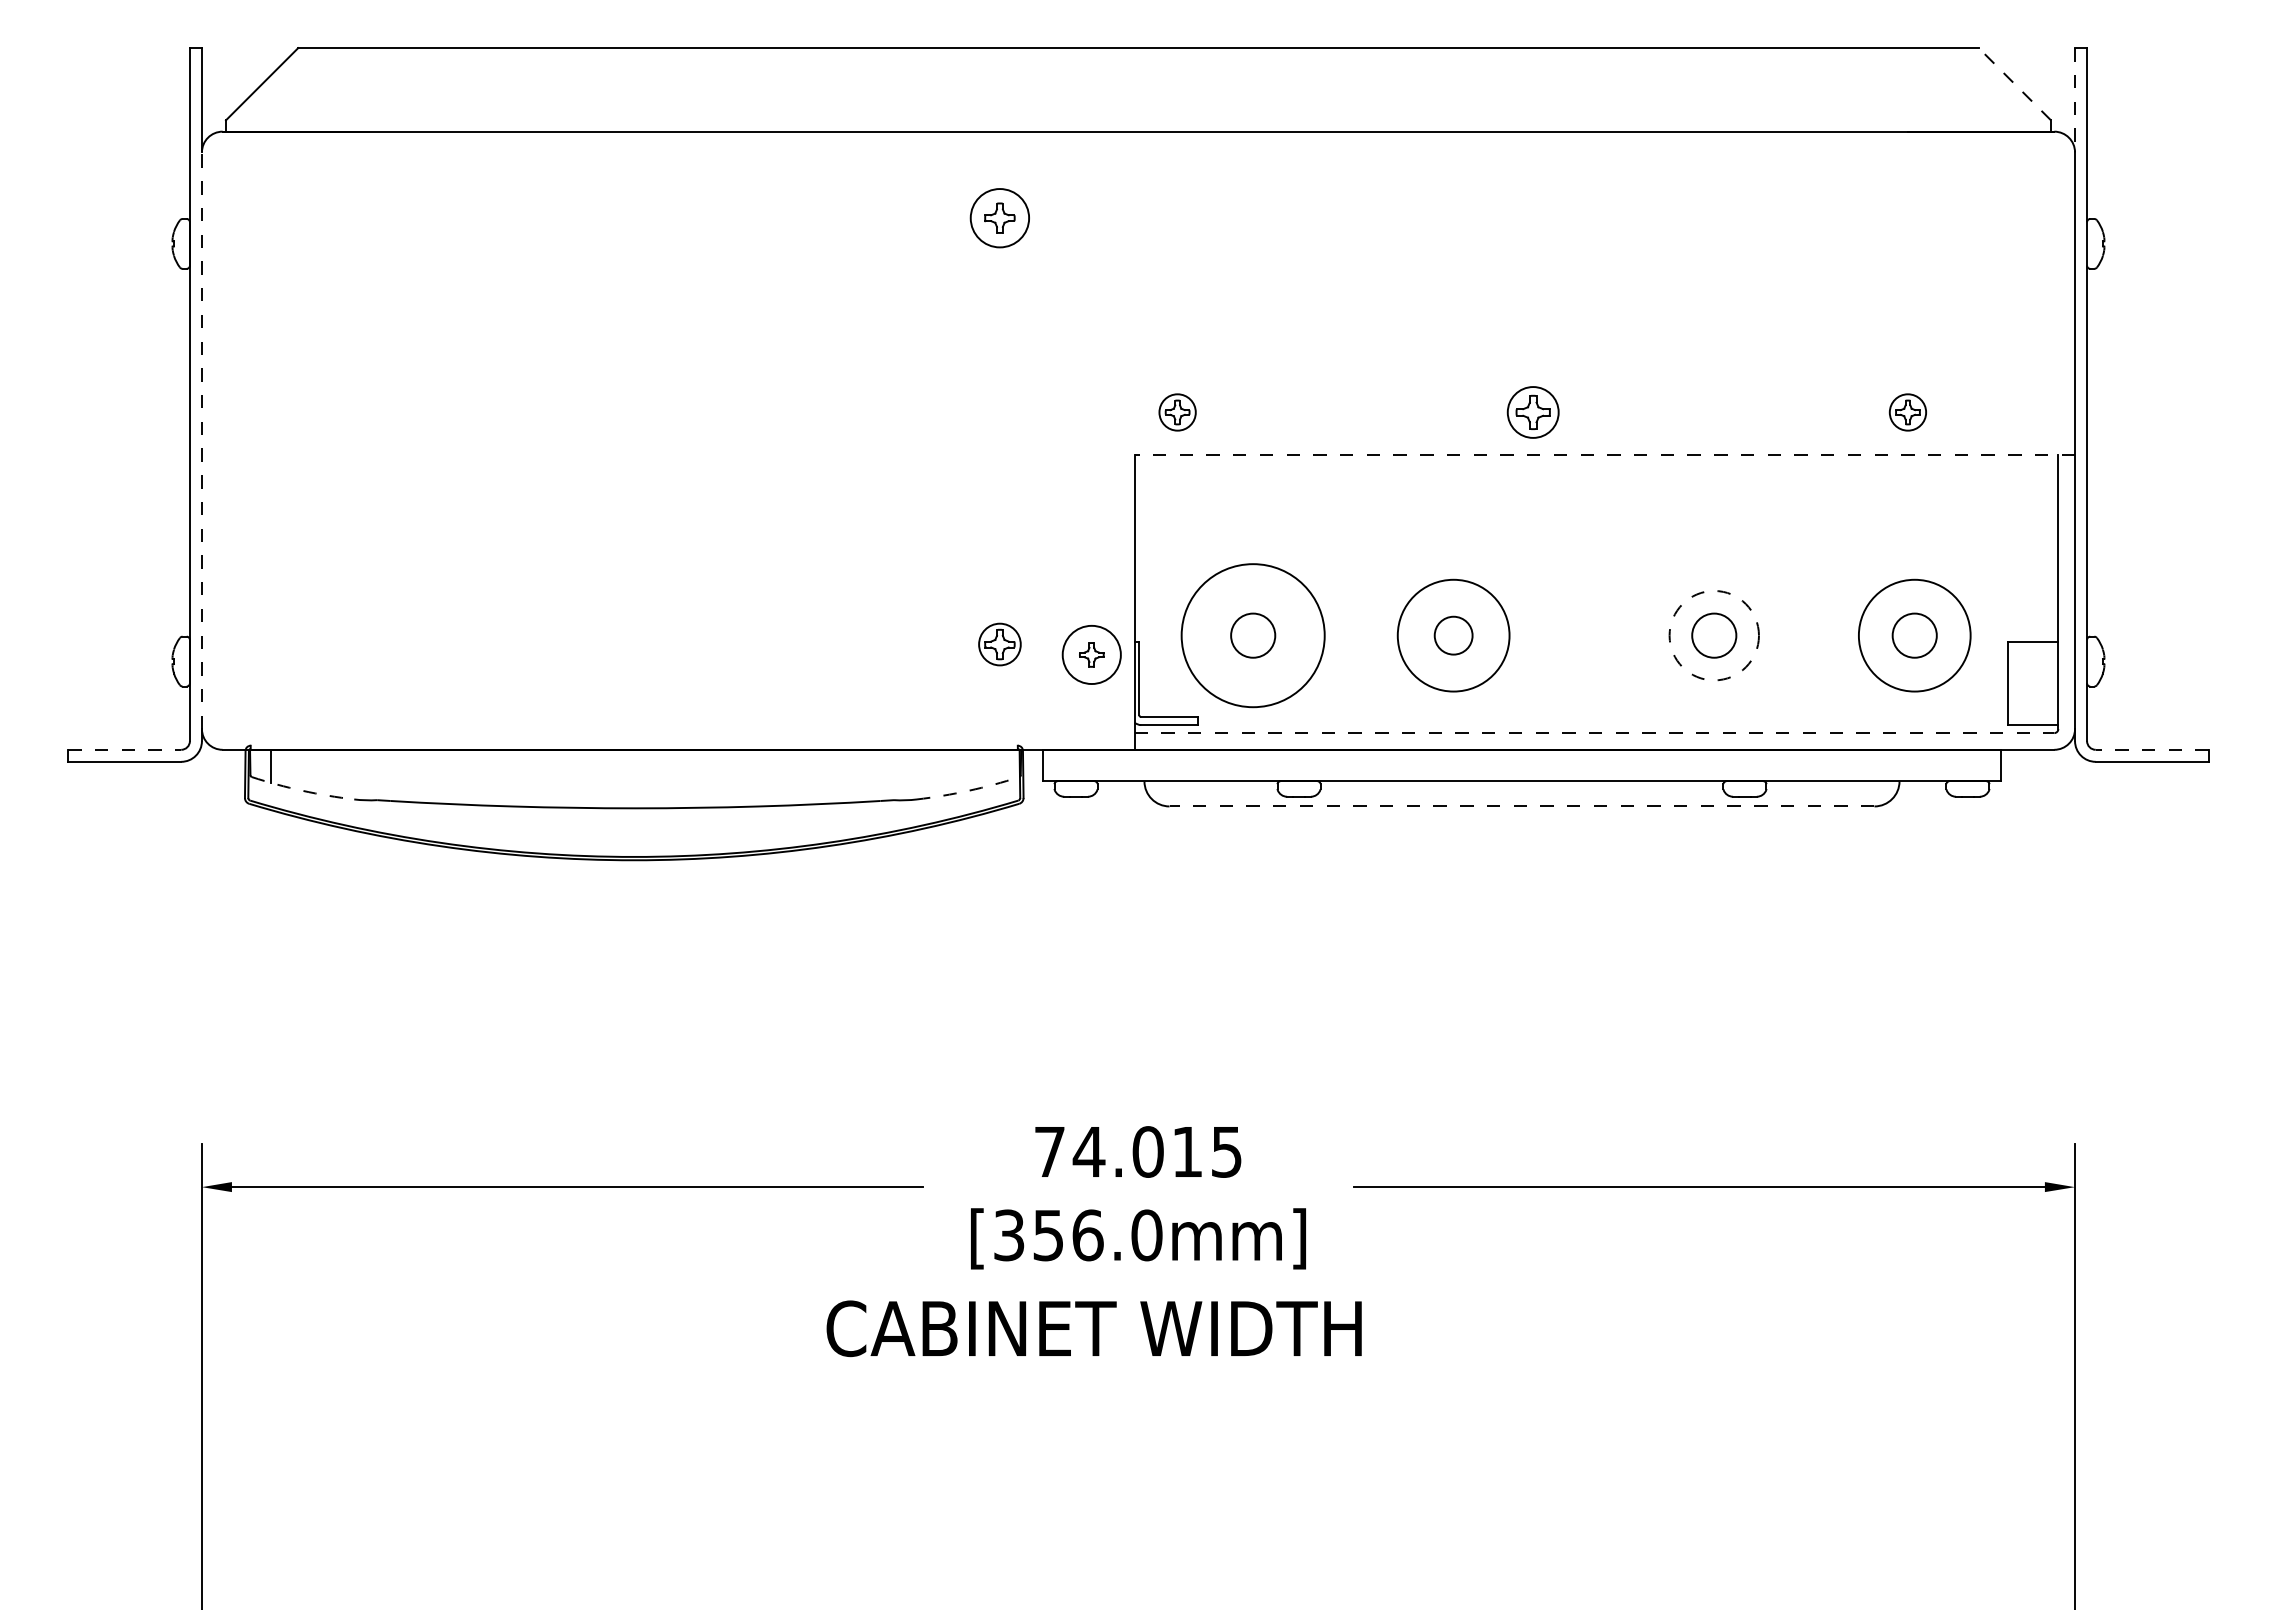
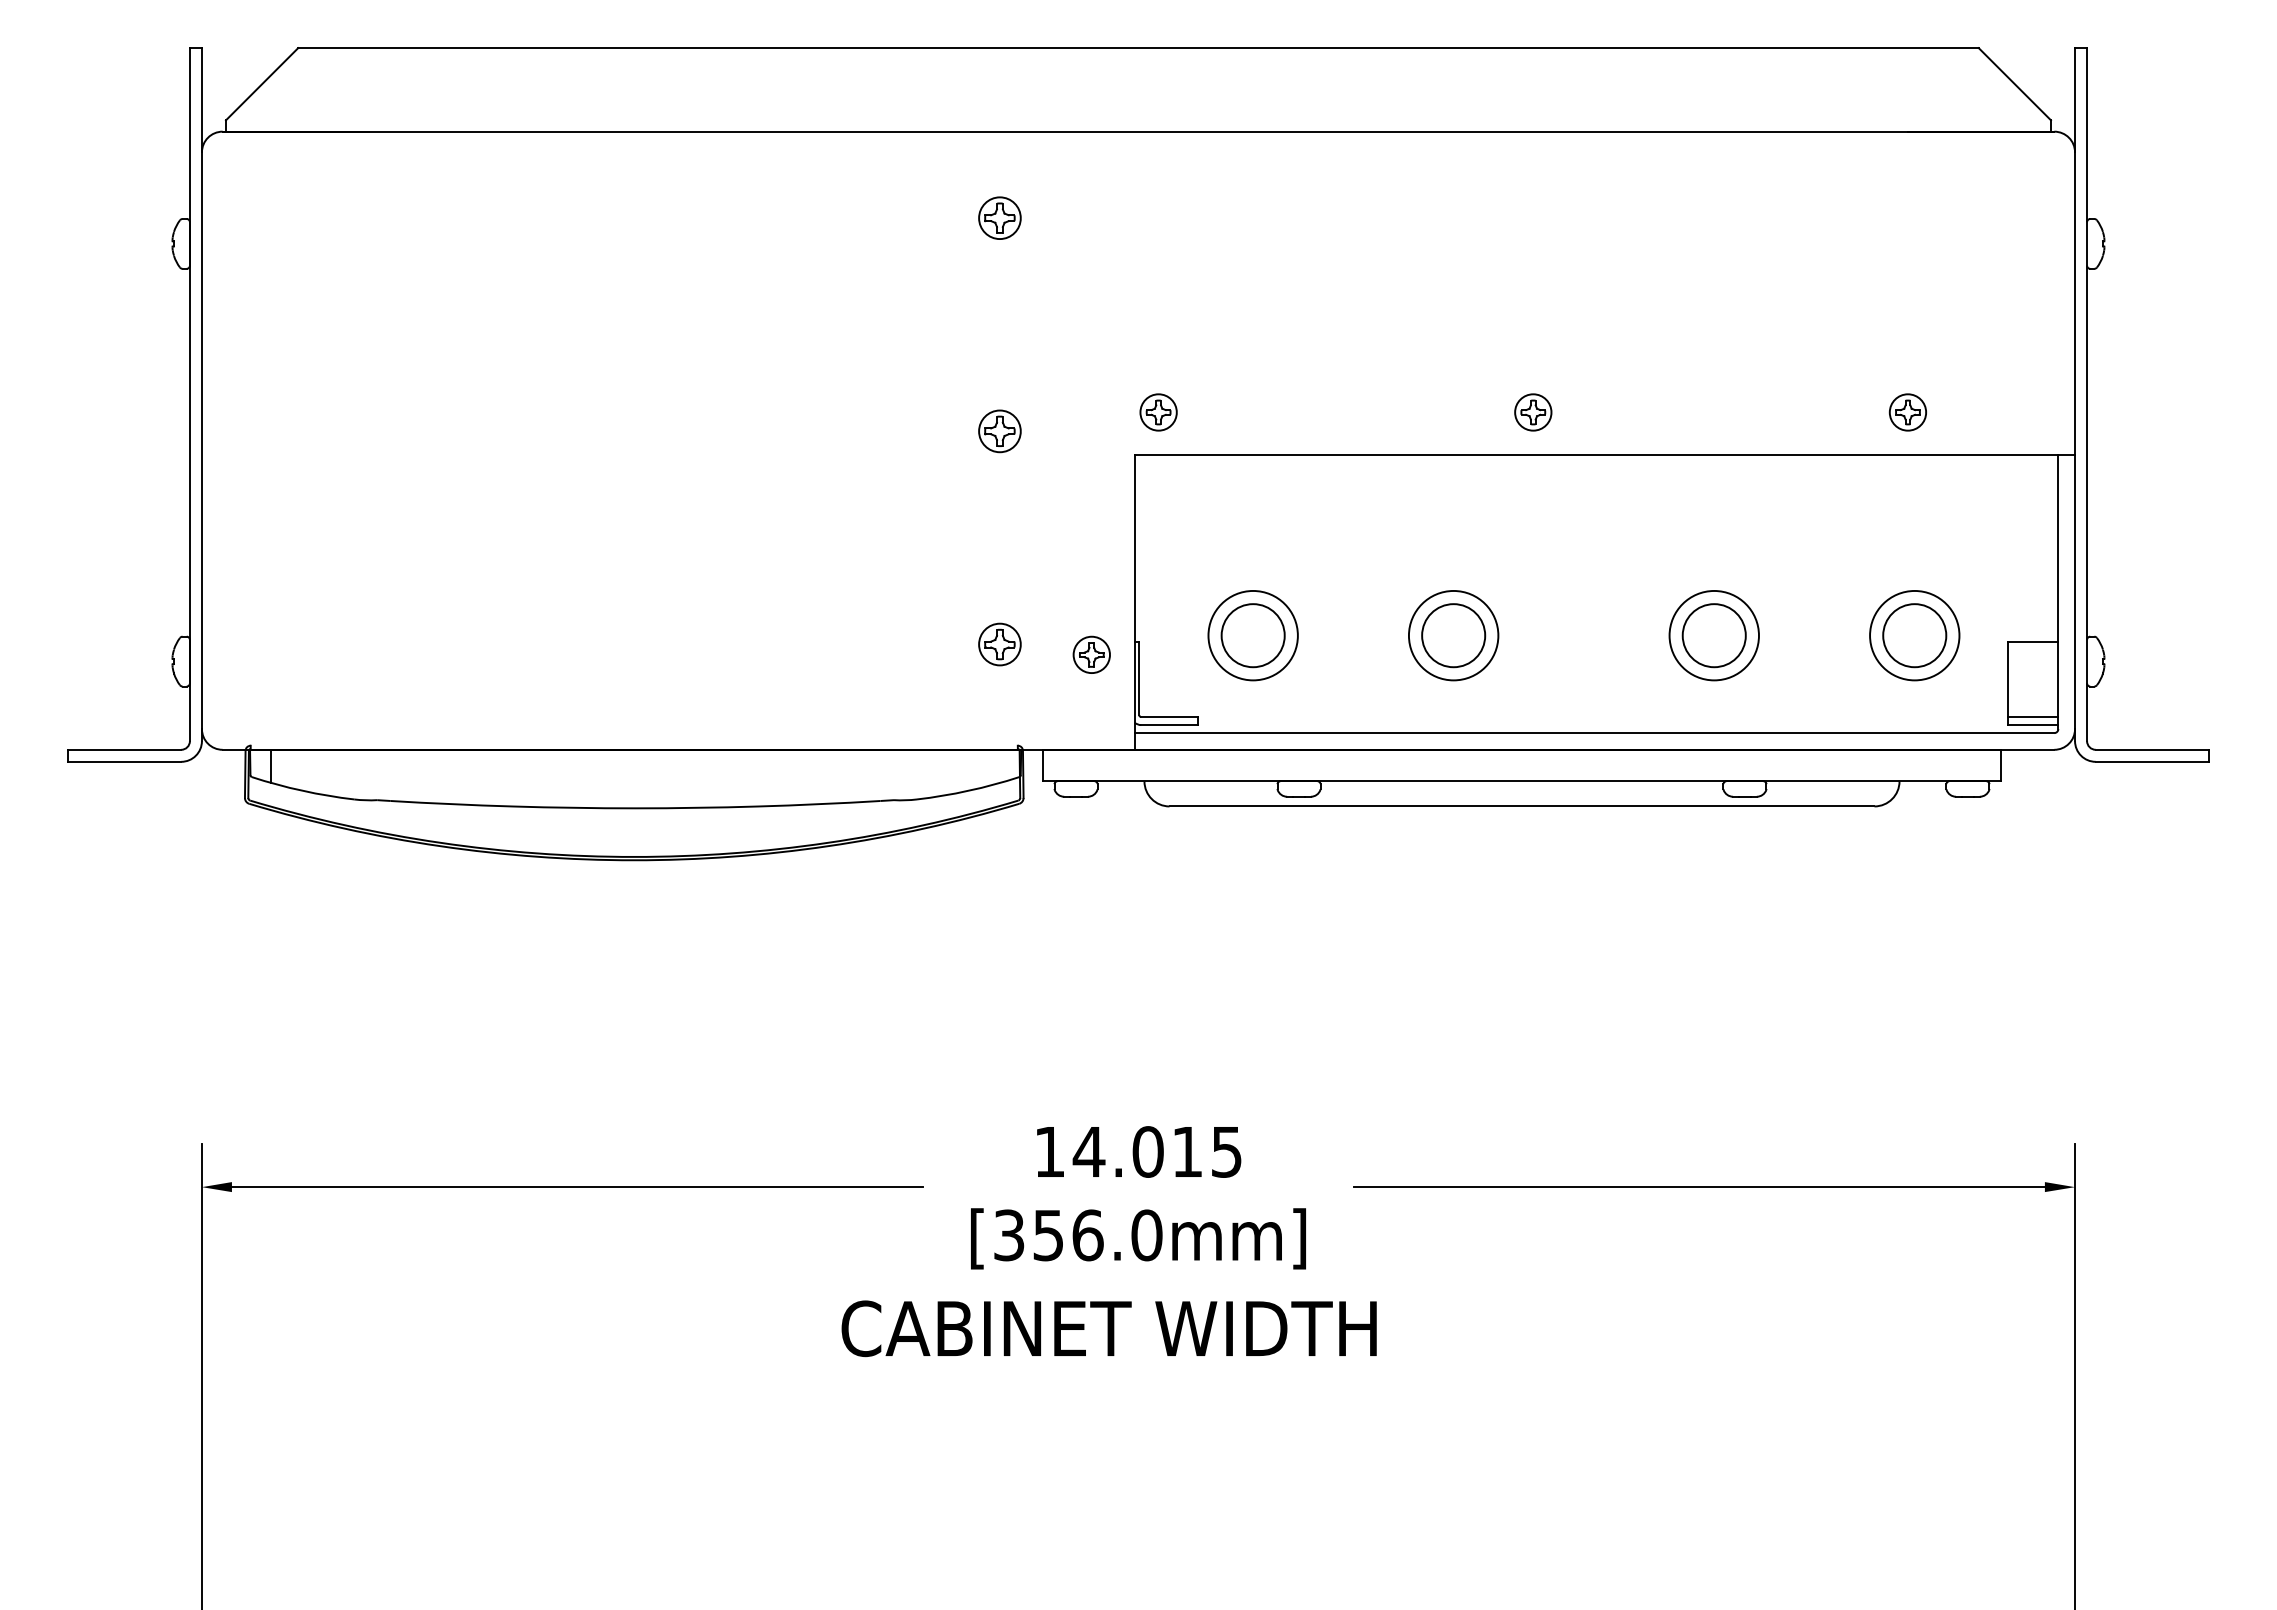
line at (2014, 83): dashed -> solid
line at (2075, 100): dashed -> solid
circle at (999, 218) diameter: 58 px -> 42 px
part at (1177, 412) position: (1177, 412) -> (1158, 412)
part at (1532, 412) size: 54x53 px -> 39x39 px
part at (999, 431): none -> present
line at (201, 440): dashed -> solid
line at (1604, 455): dashed -> solid
circle at (1252, 635) diameter: 143 px -> 89 px
circle at (1253, 635) diameter: 44 px -> 63 px
circle at (1453, 635) diameter: 112 px -> 89 px
circle at (1453, 635) diameter: 38 px -> 63 px
circle at (1713, 635): dashed -> solid
circle at (1714, 635) diameter: 44 px -> 63 px
circle at (1914, 635) diameter: 112 px -> 89 px
circle at (1914, 635) diameter: 44 px -> 63 px
circle at (1091, 654) diameter: 58 px -> 36 px
line at (2033, 717): none -> present
line at (1594, 733): dashed -> solid
line at (125, 749): dashed -> solid
line at (2151, 749): dashed -> solid
arc at (302, 790): dashed -> solid
arc at (968, 790): dashed -> solid
line at (1521, 806): dashed -> solid
text at (1049, 1151): 74.015 -> 14.015
text at (1093, 1328) position: (1093, 1328) -> (1108, 1328)
